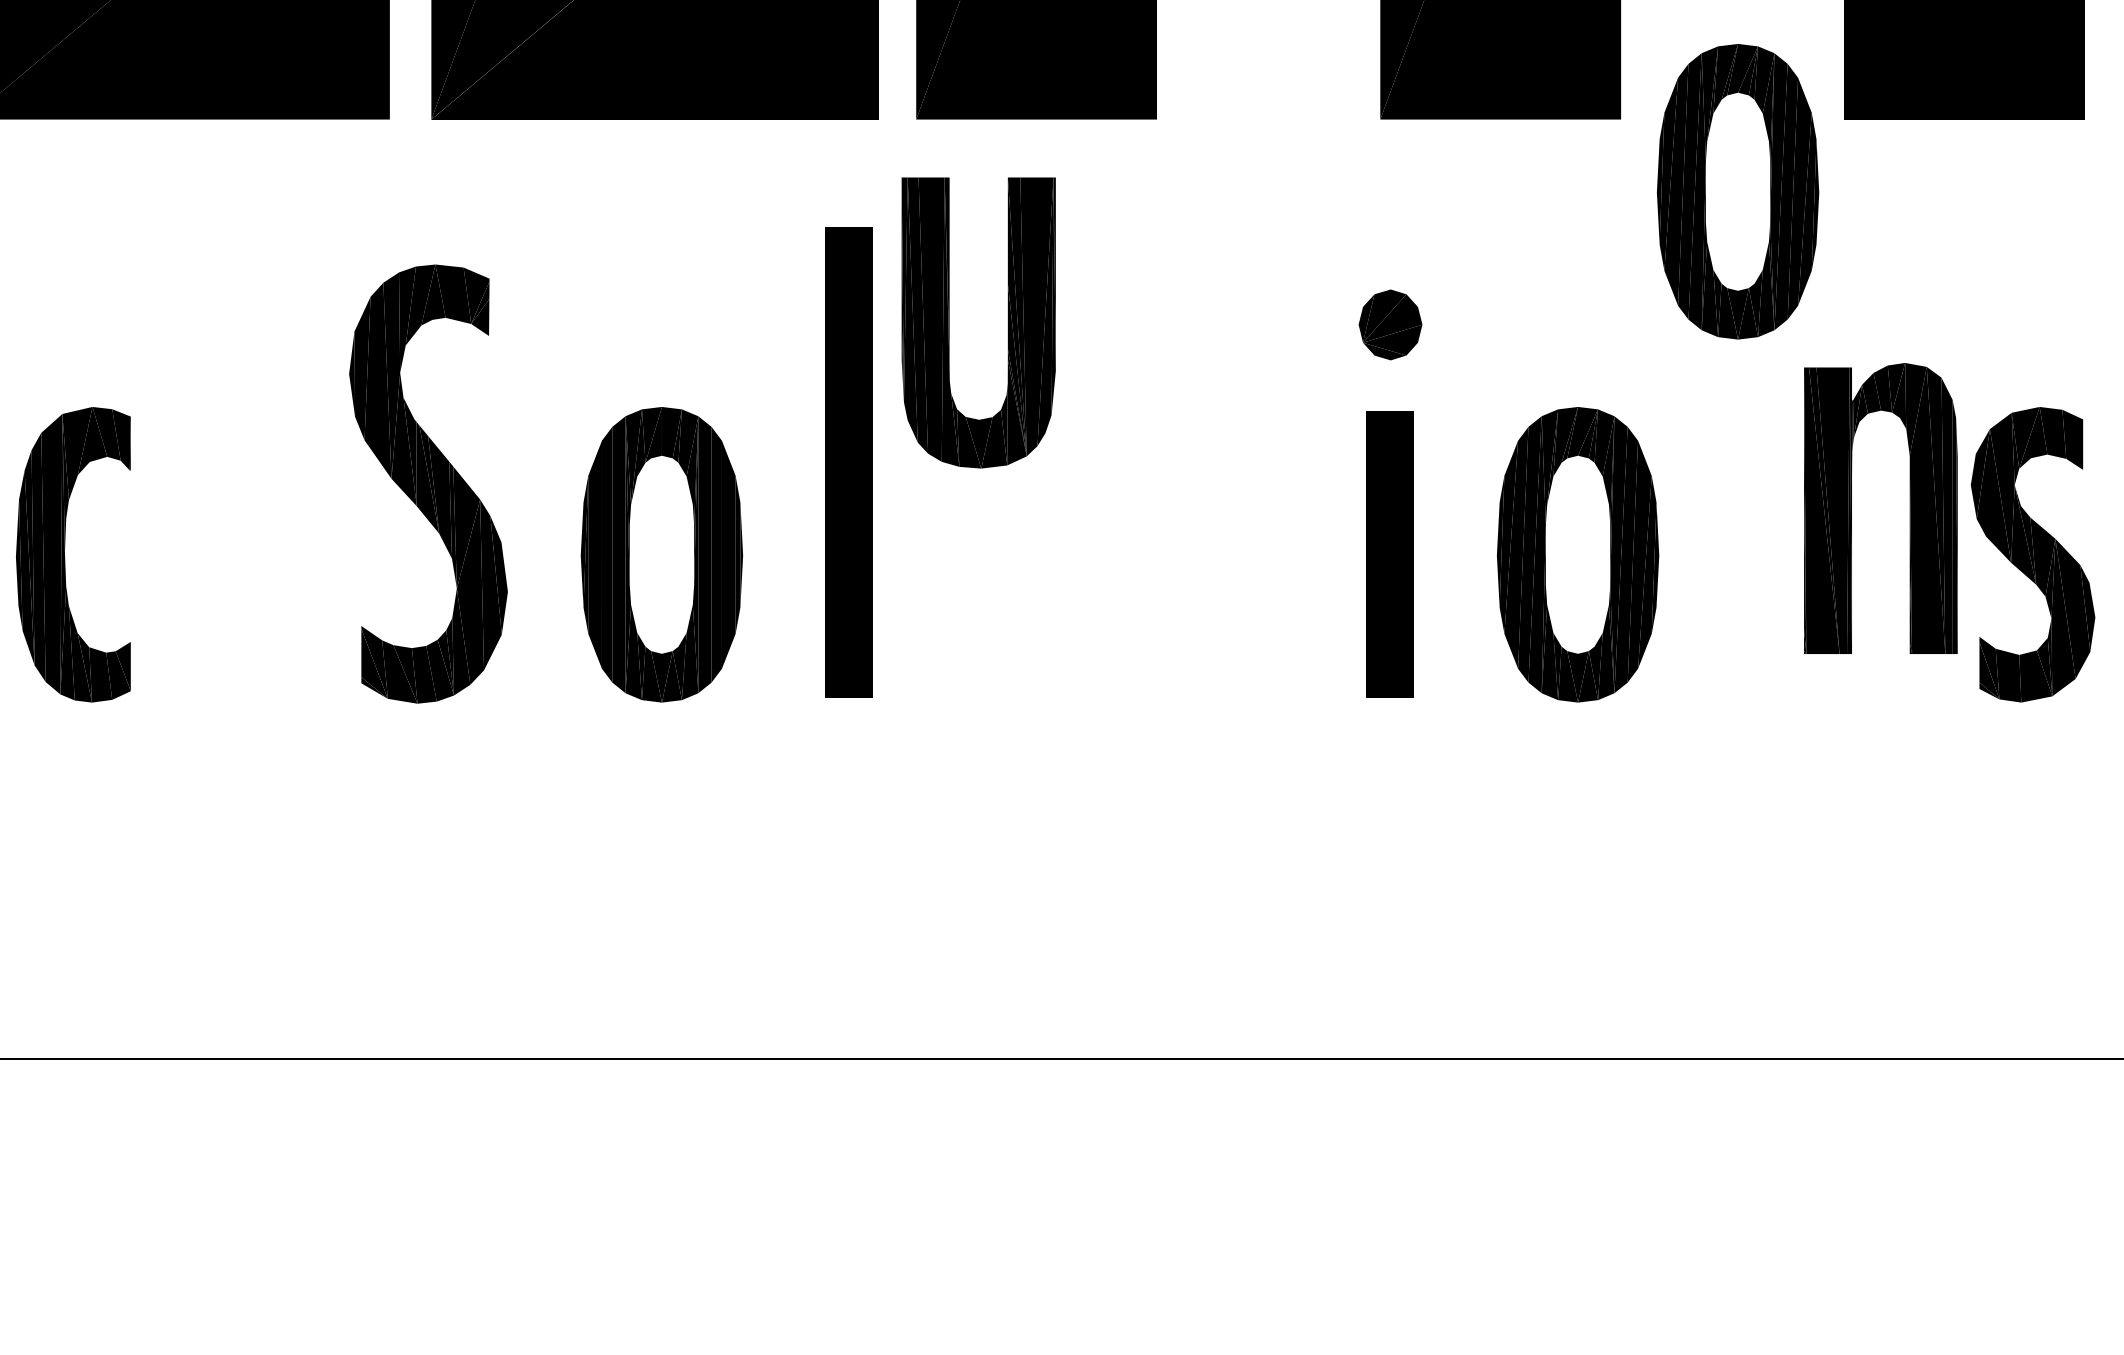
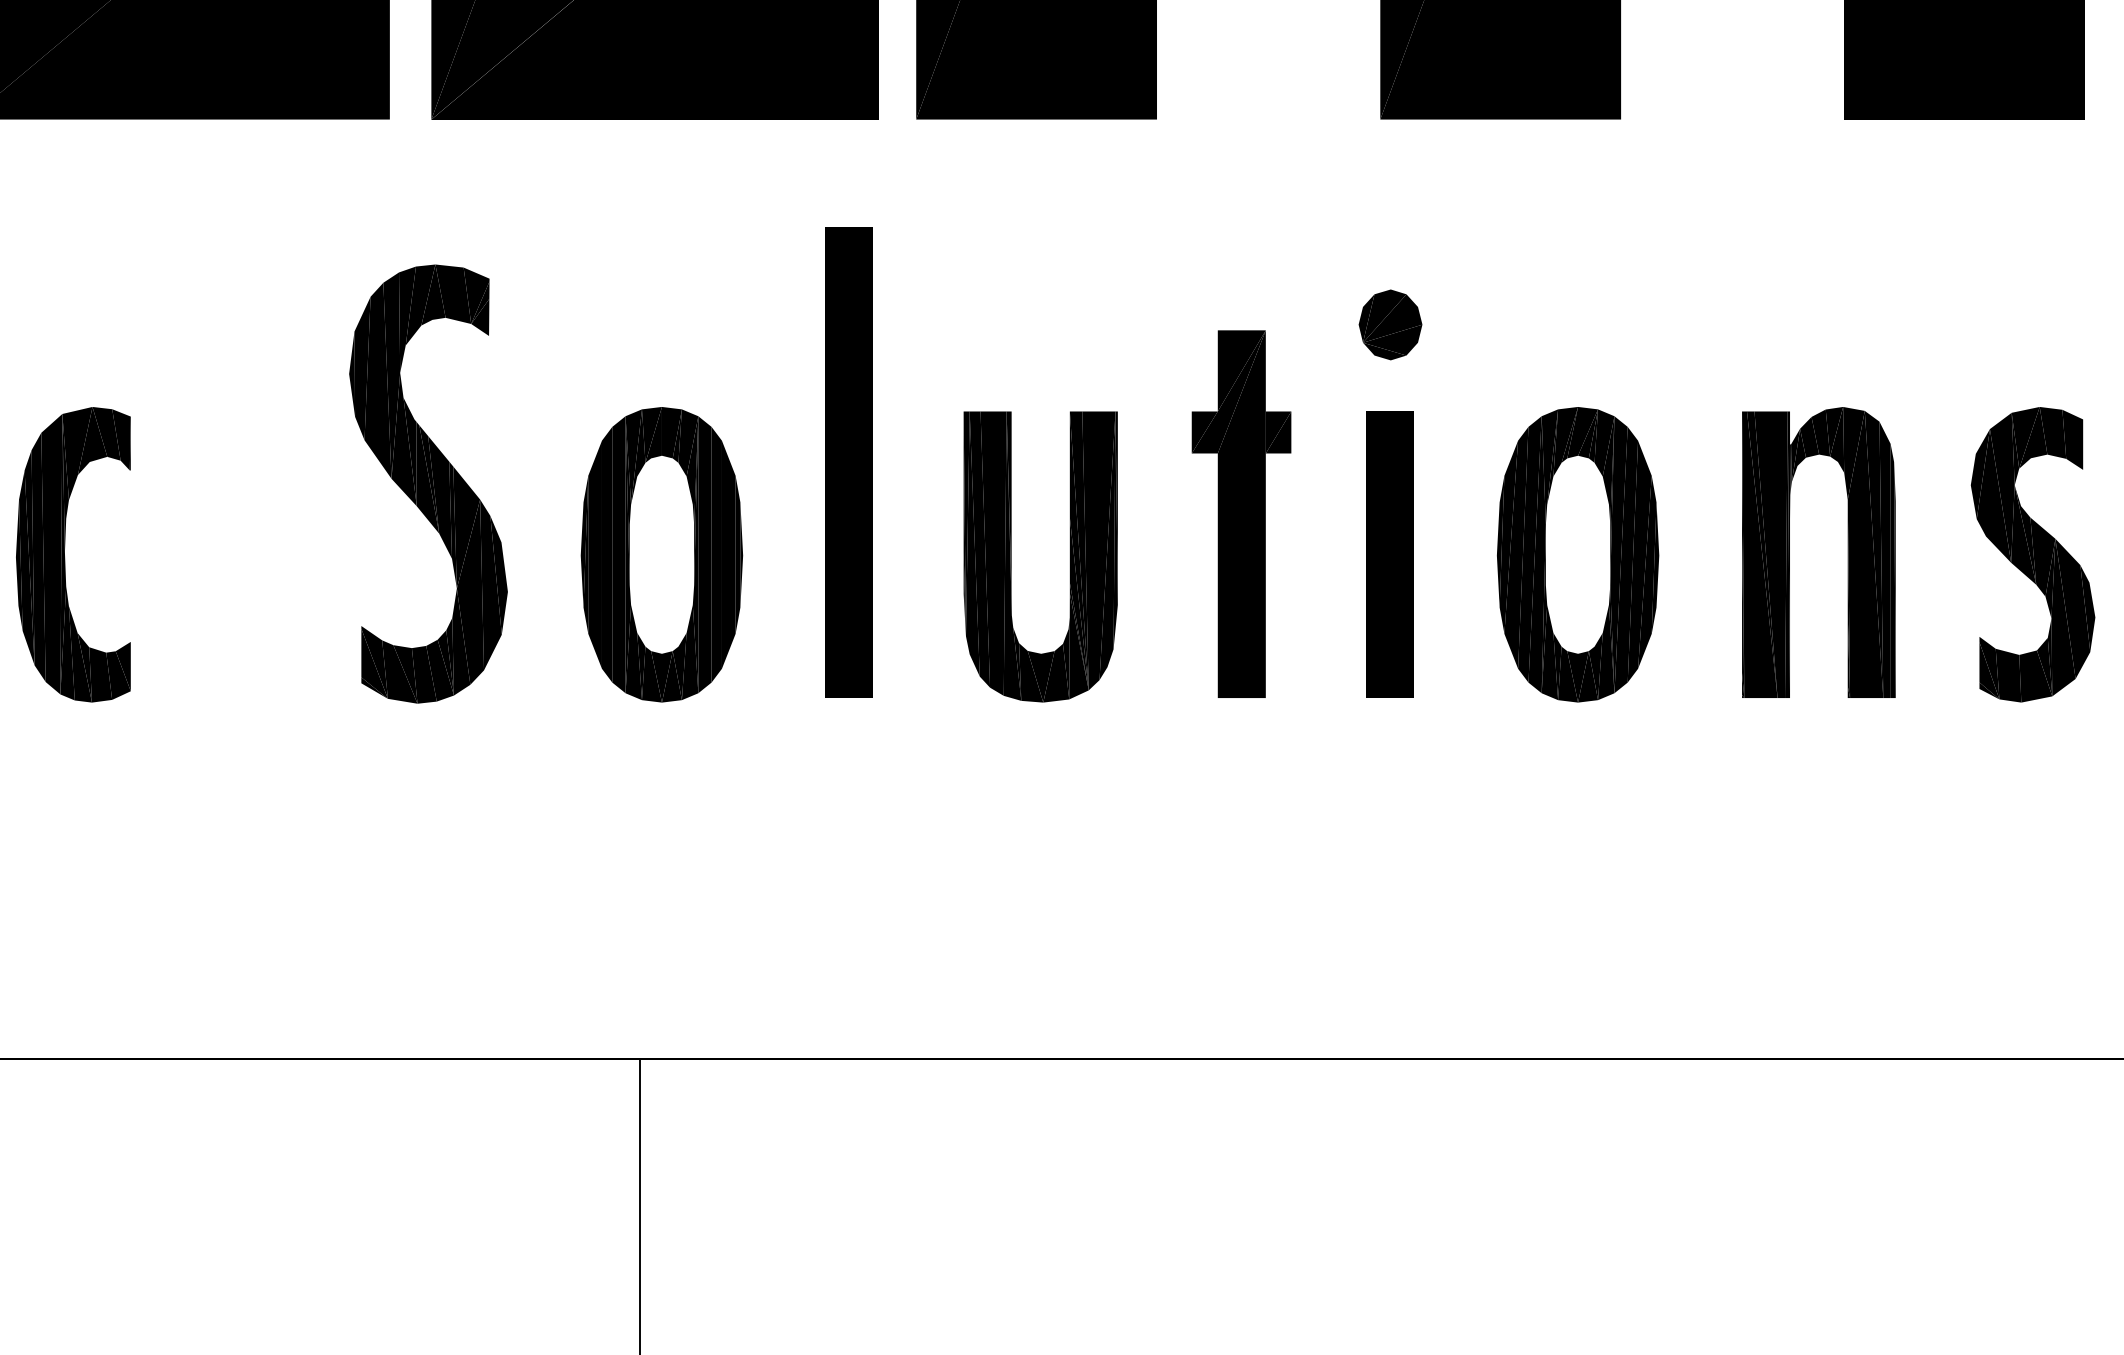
part at (1738, 191): present -> none
part at (949, 322) position: (949, 322) -> (1011, 556)
part at (1851, 508) position: (1851, 508) -> (1789, 552)
part at (1241, 513): none -> present
line at (639, 1205): none -> present
